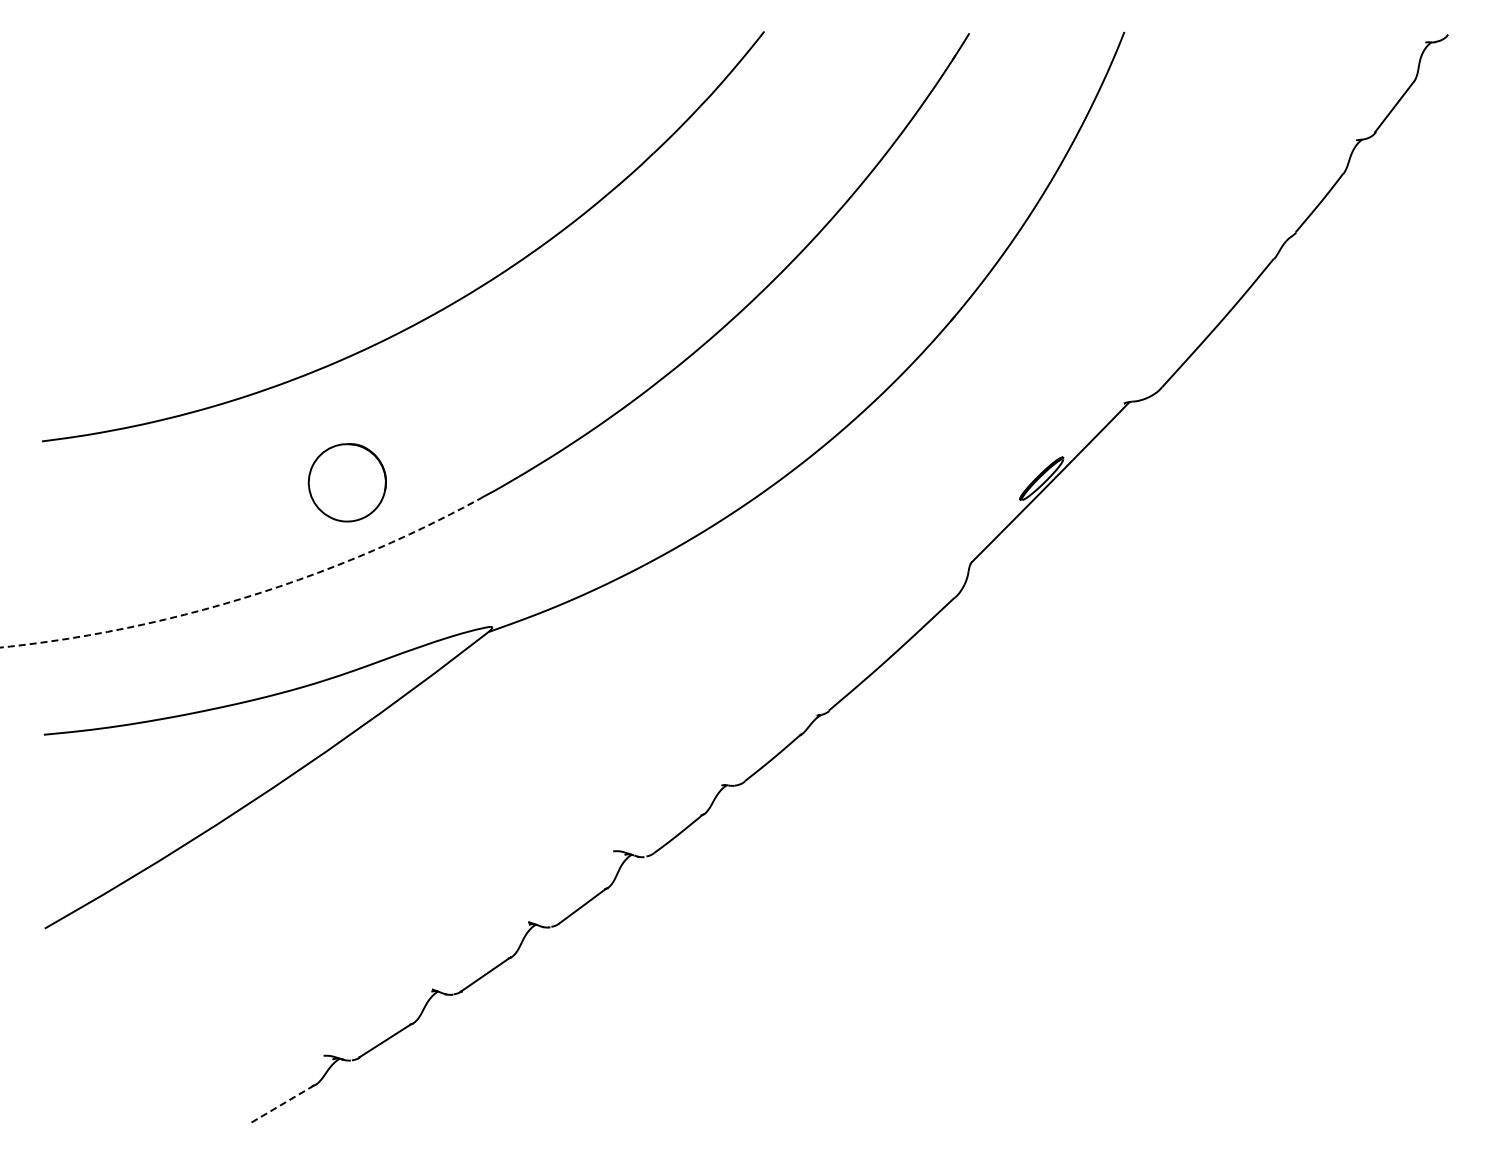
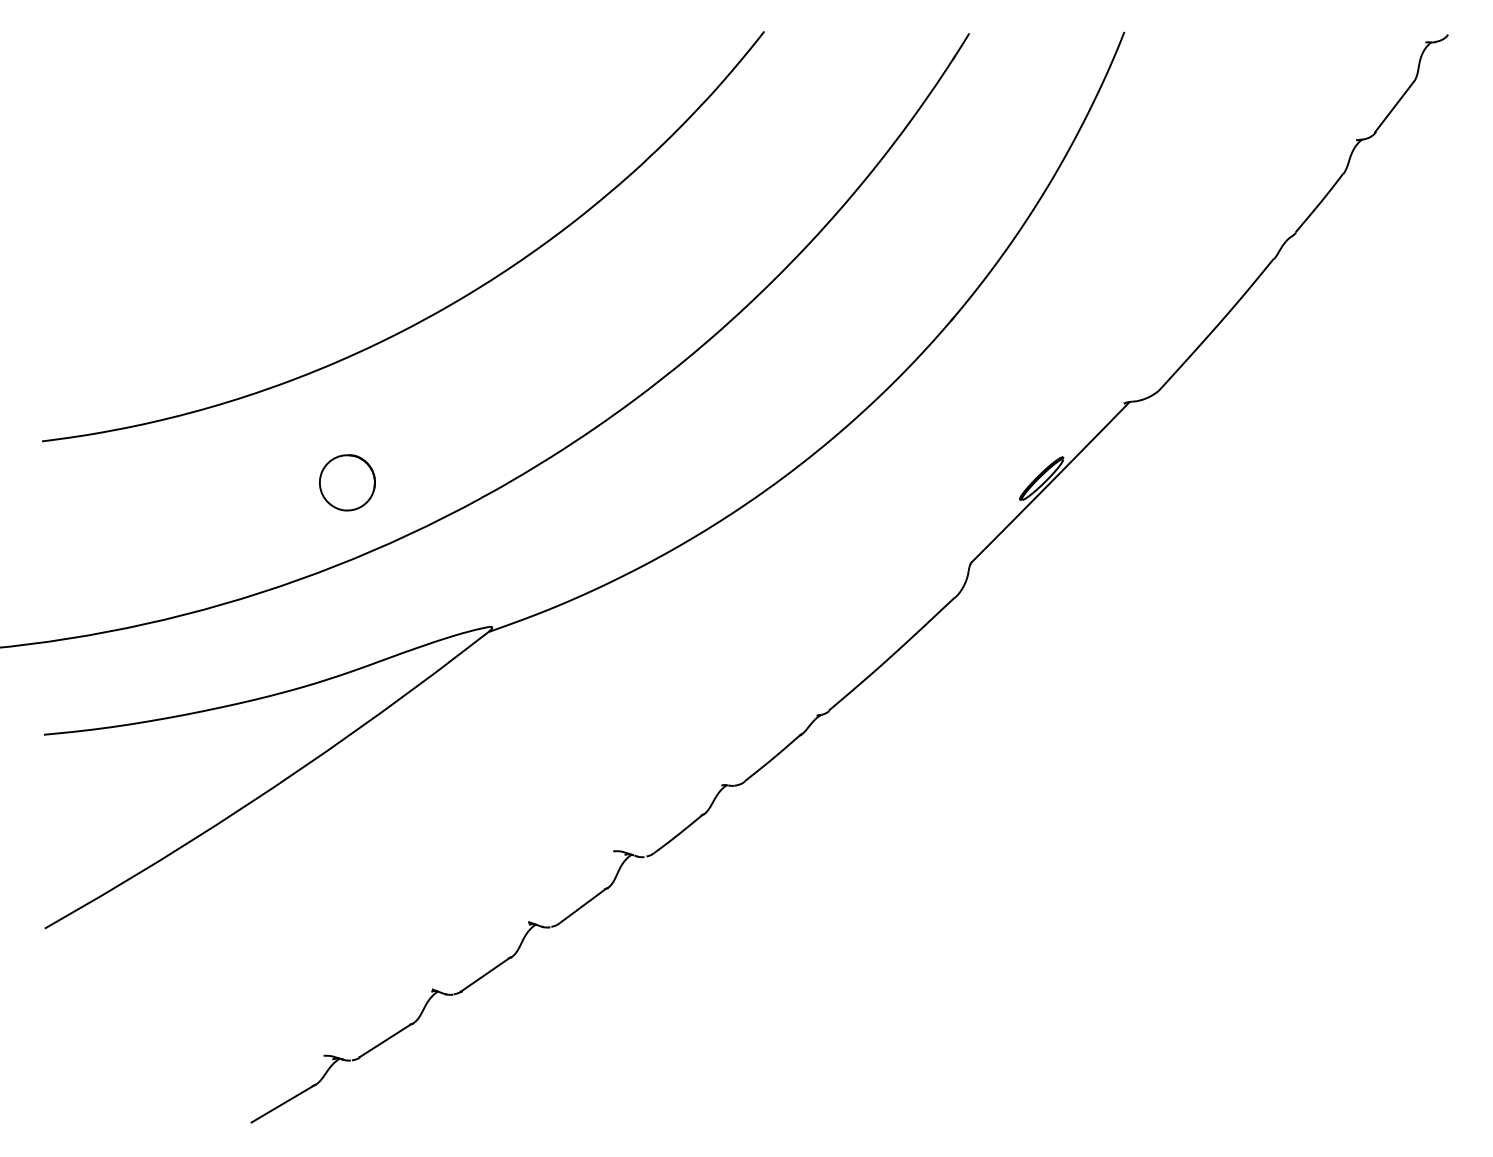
part at (346, 482) size: 80x80 px -> 57x58 px
arc at (248, 596): dashed -> solid
line at (283, 1103): dashed -> solid
